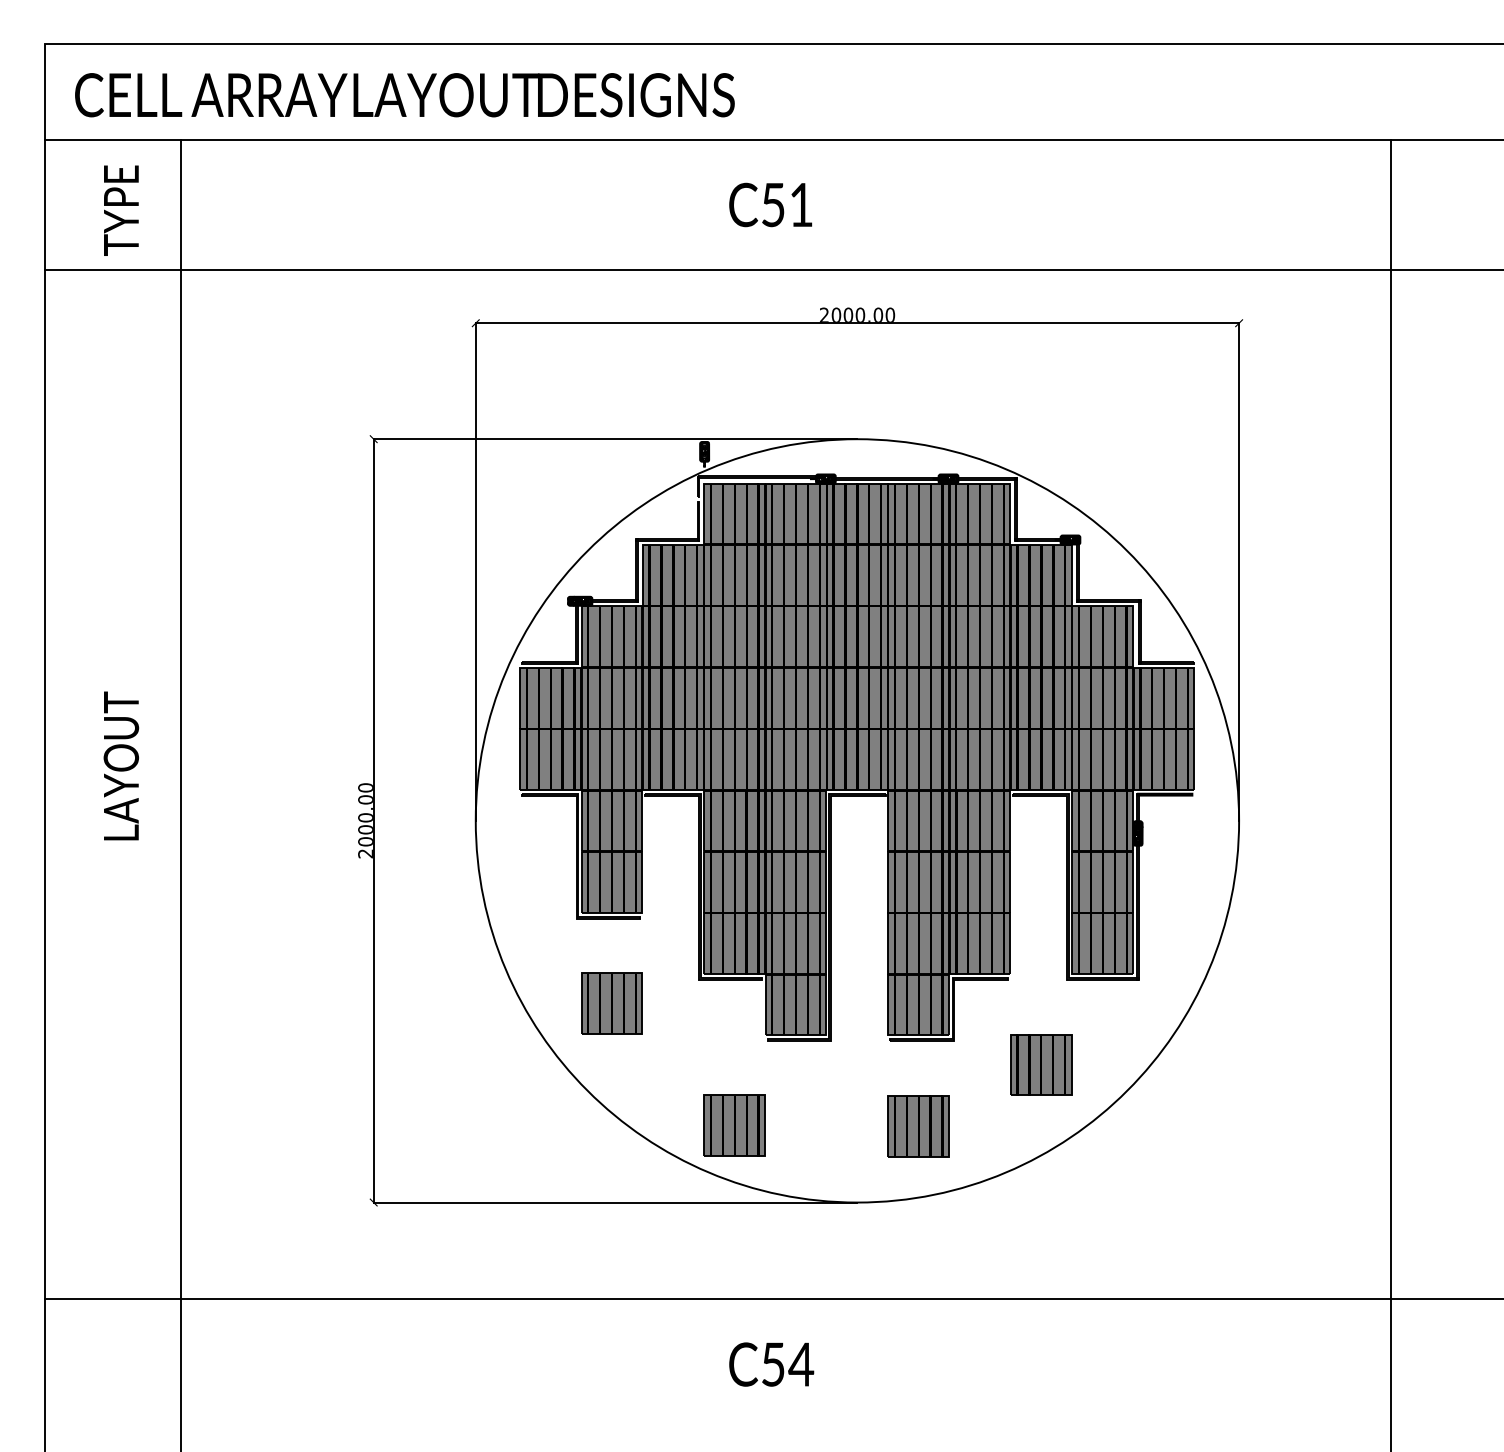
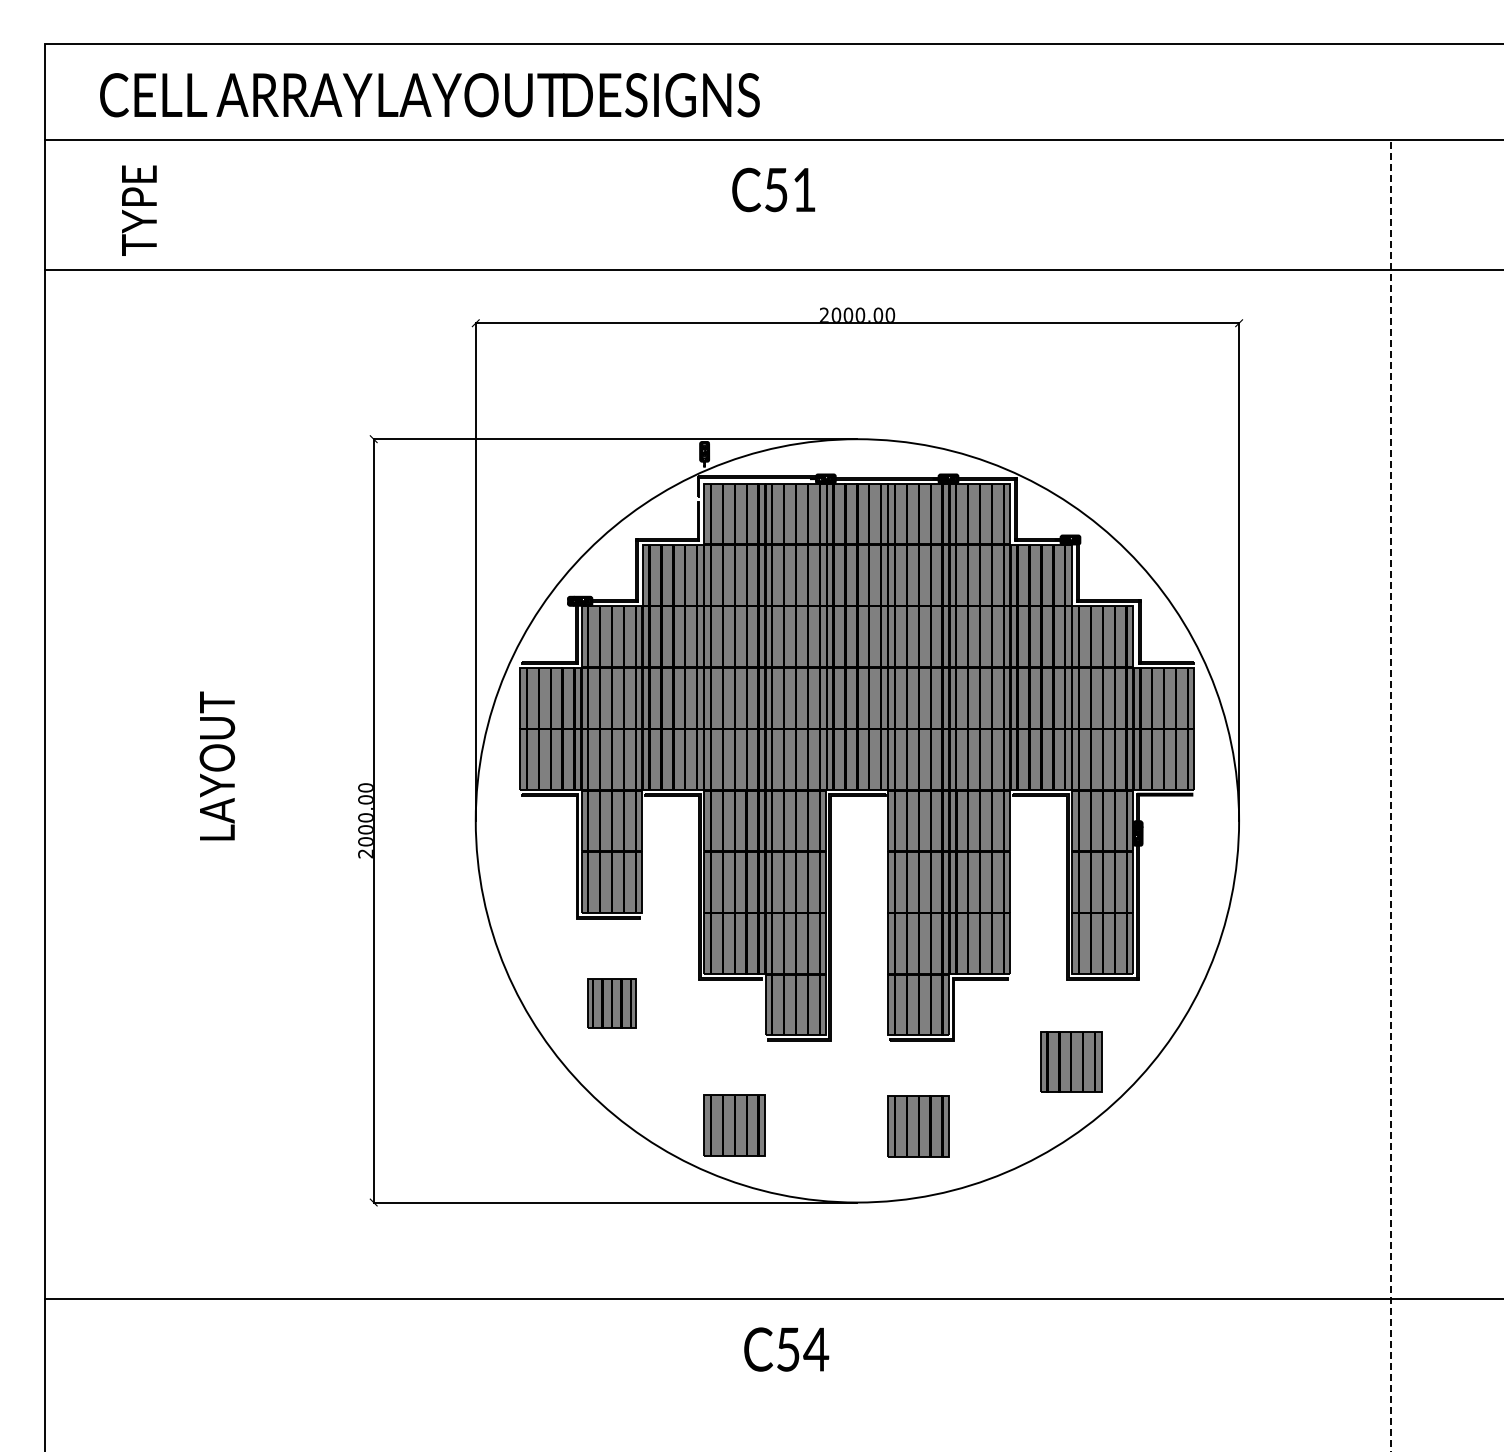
text at (404, 95) position: (404, 95) -> (429, 95)
text at (770, 204) position: (770, 204) -> (773, 189)
text at (121, 210) position: (121, 210) -> (139, 210)
text at (121, 765) position: (121, 765) -> (217, 765)
line at (180, 793): present -> none
line at (1391, 795): solid -> dashed
part at (611, 1003) size: 62x63 px -> 50x51 px
part at (1041, 1064) position: (1041, 1064) -> (1071, 1061)
text at (771, 1364) position: (771, 1364) -> (786, 1349)
